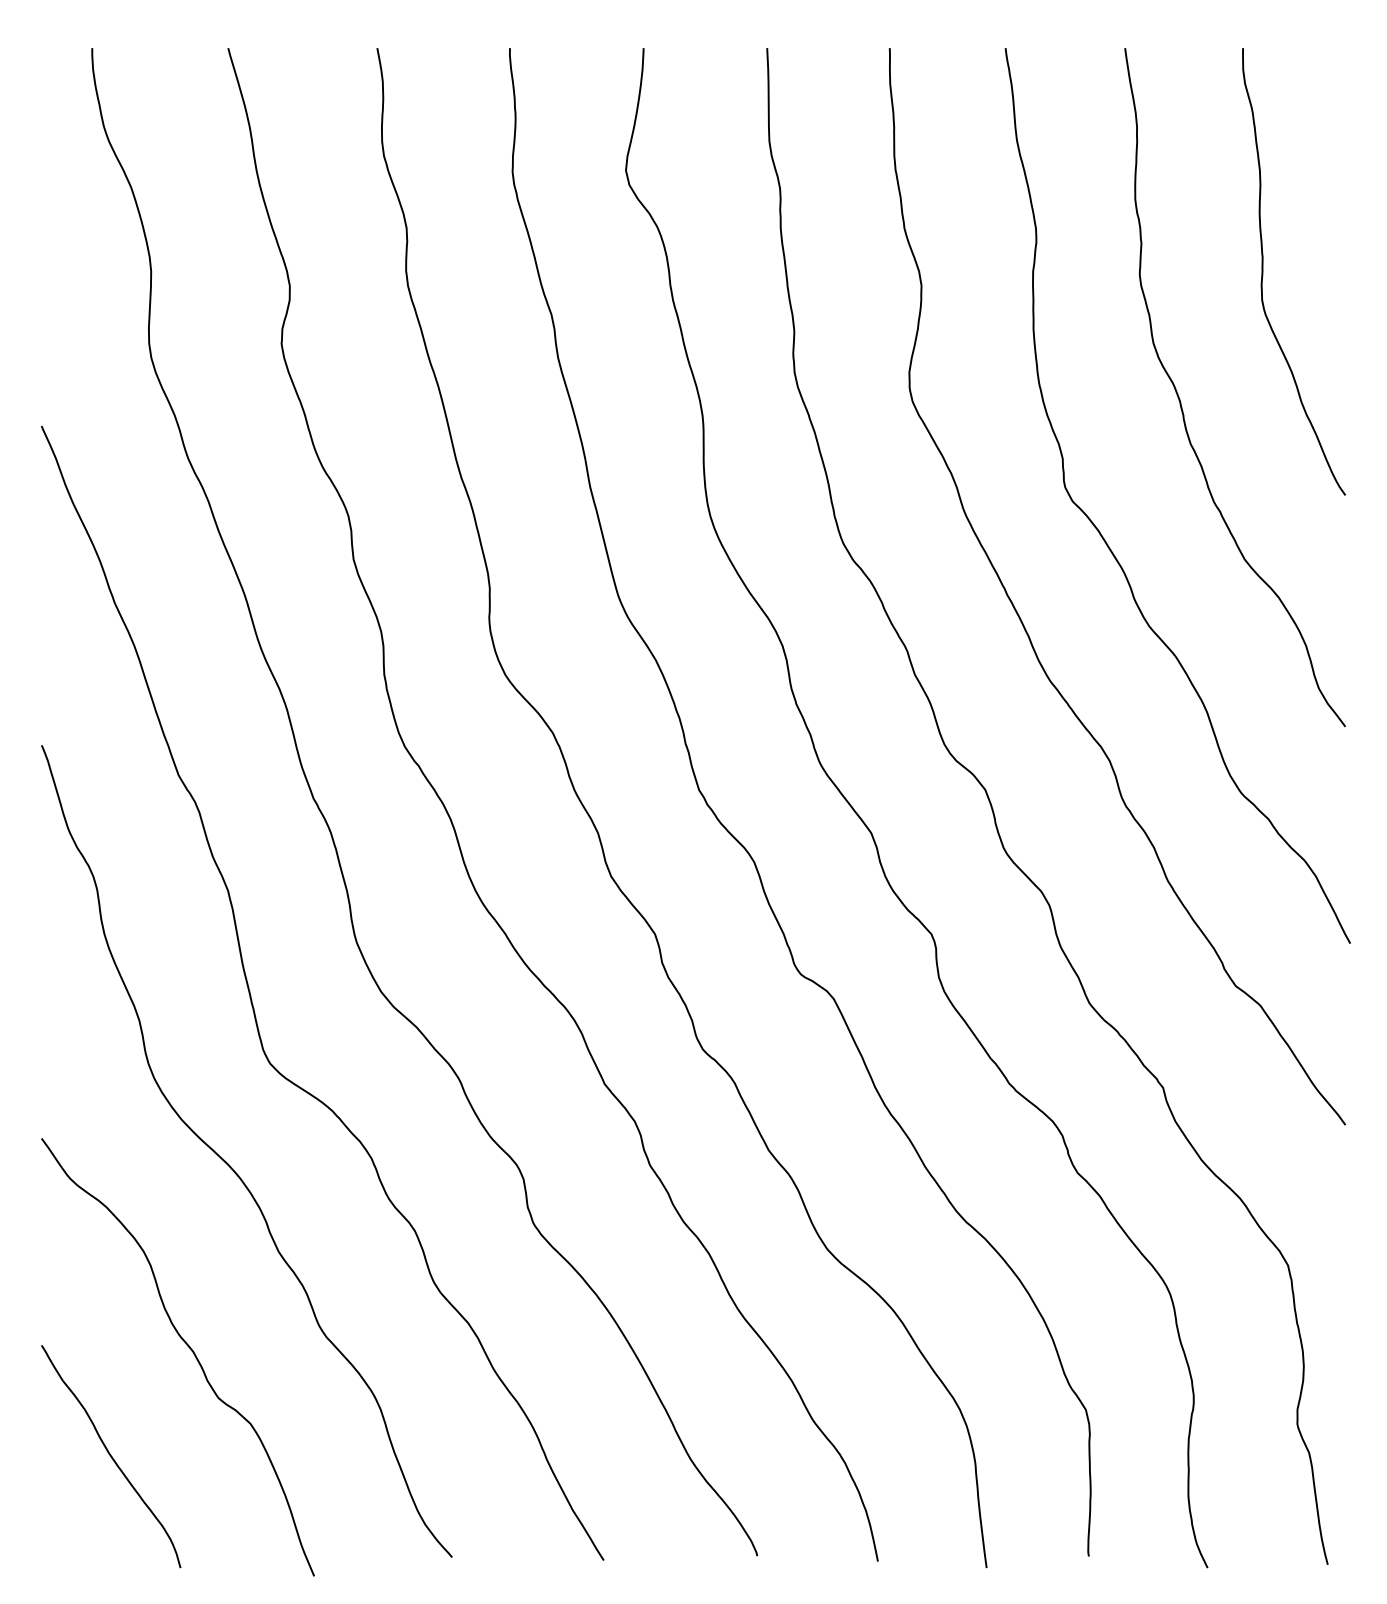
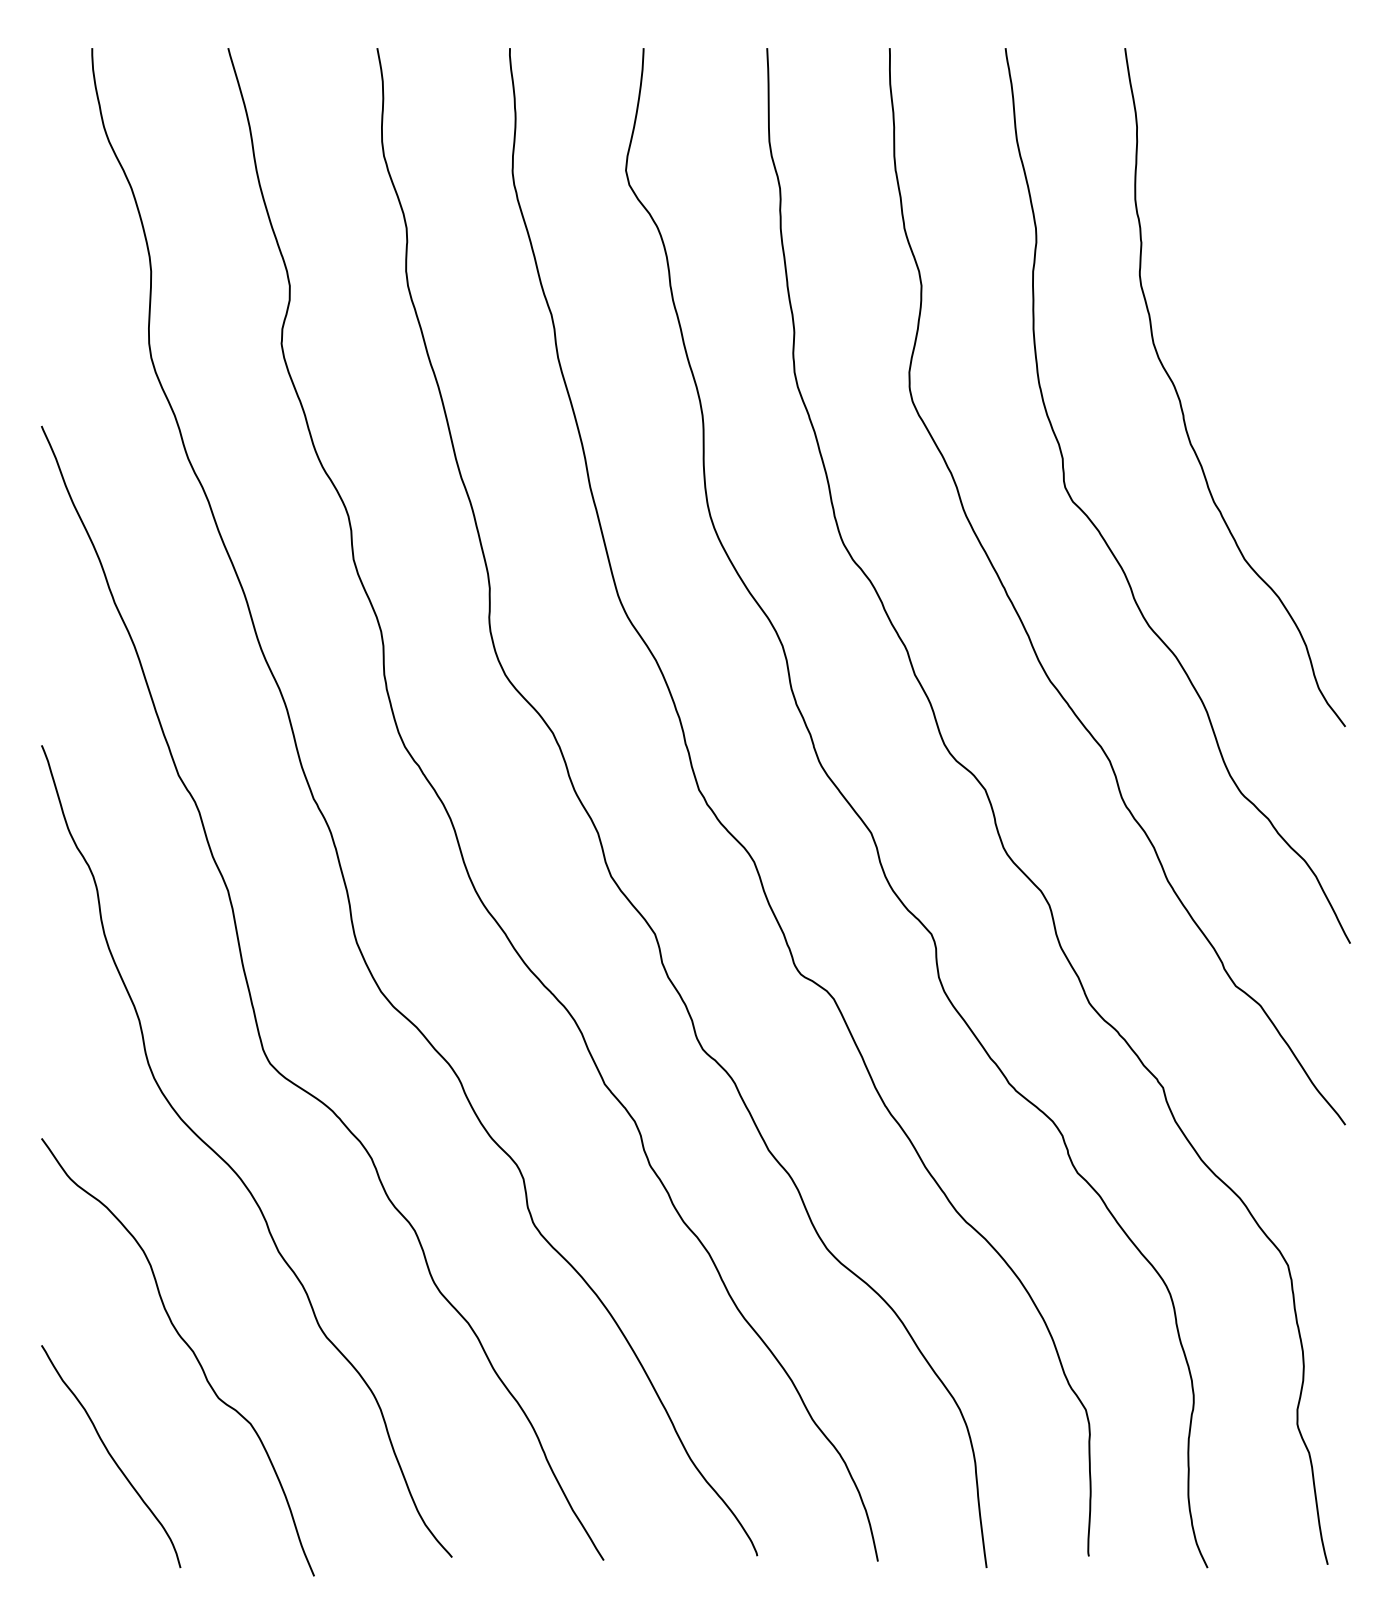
curve at (1263, 271): present -> none
